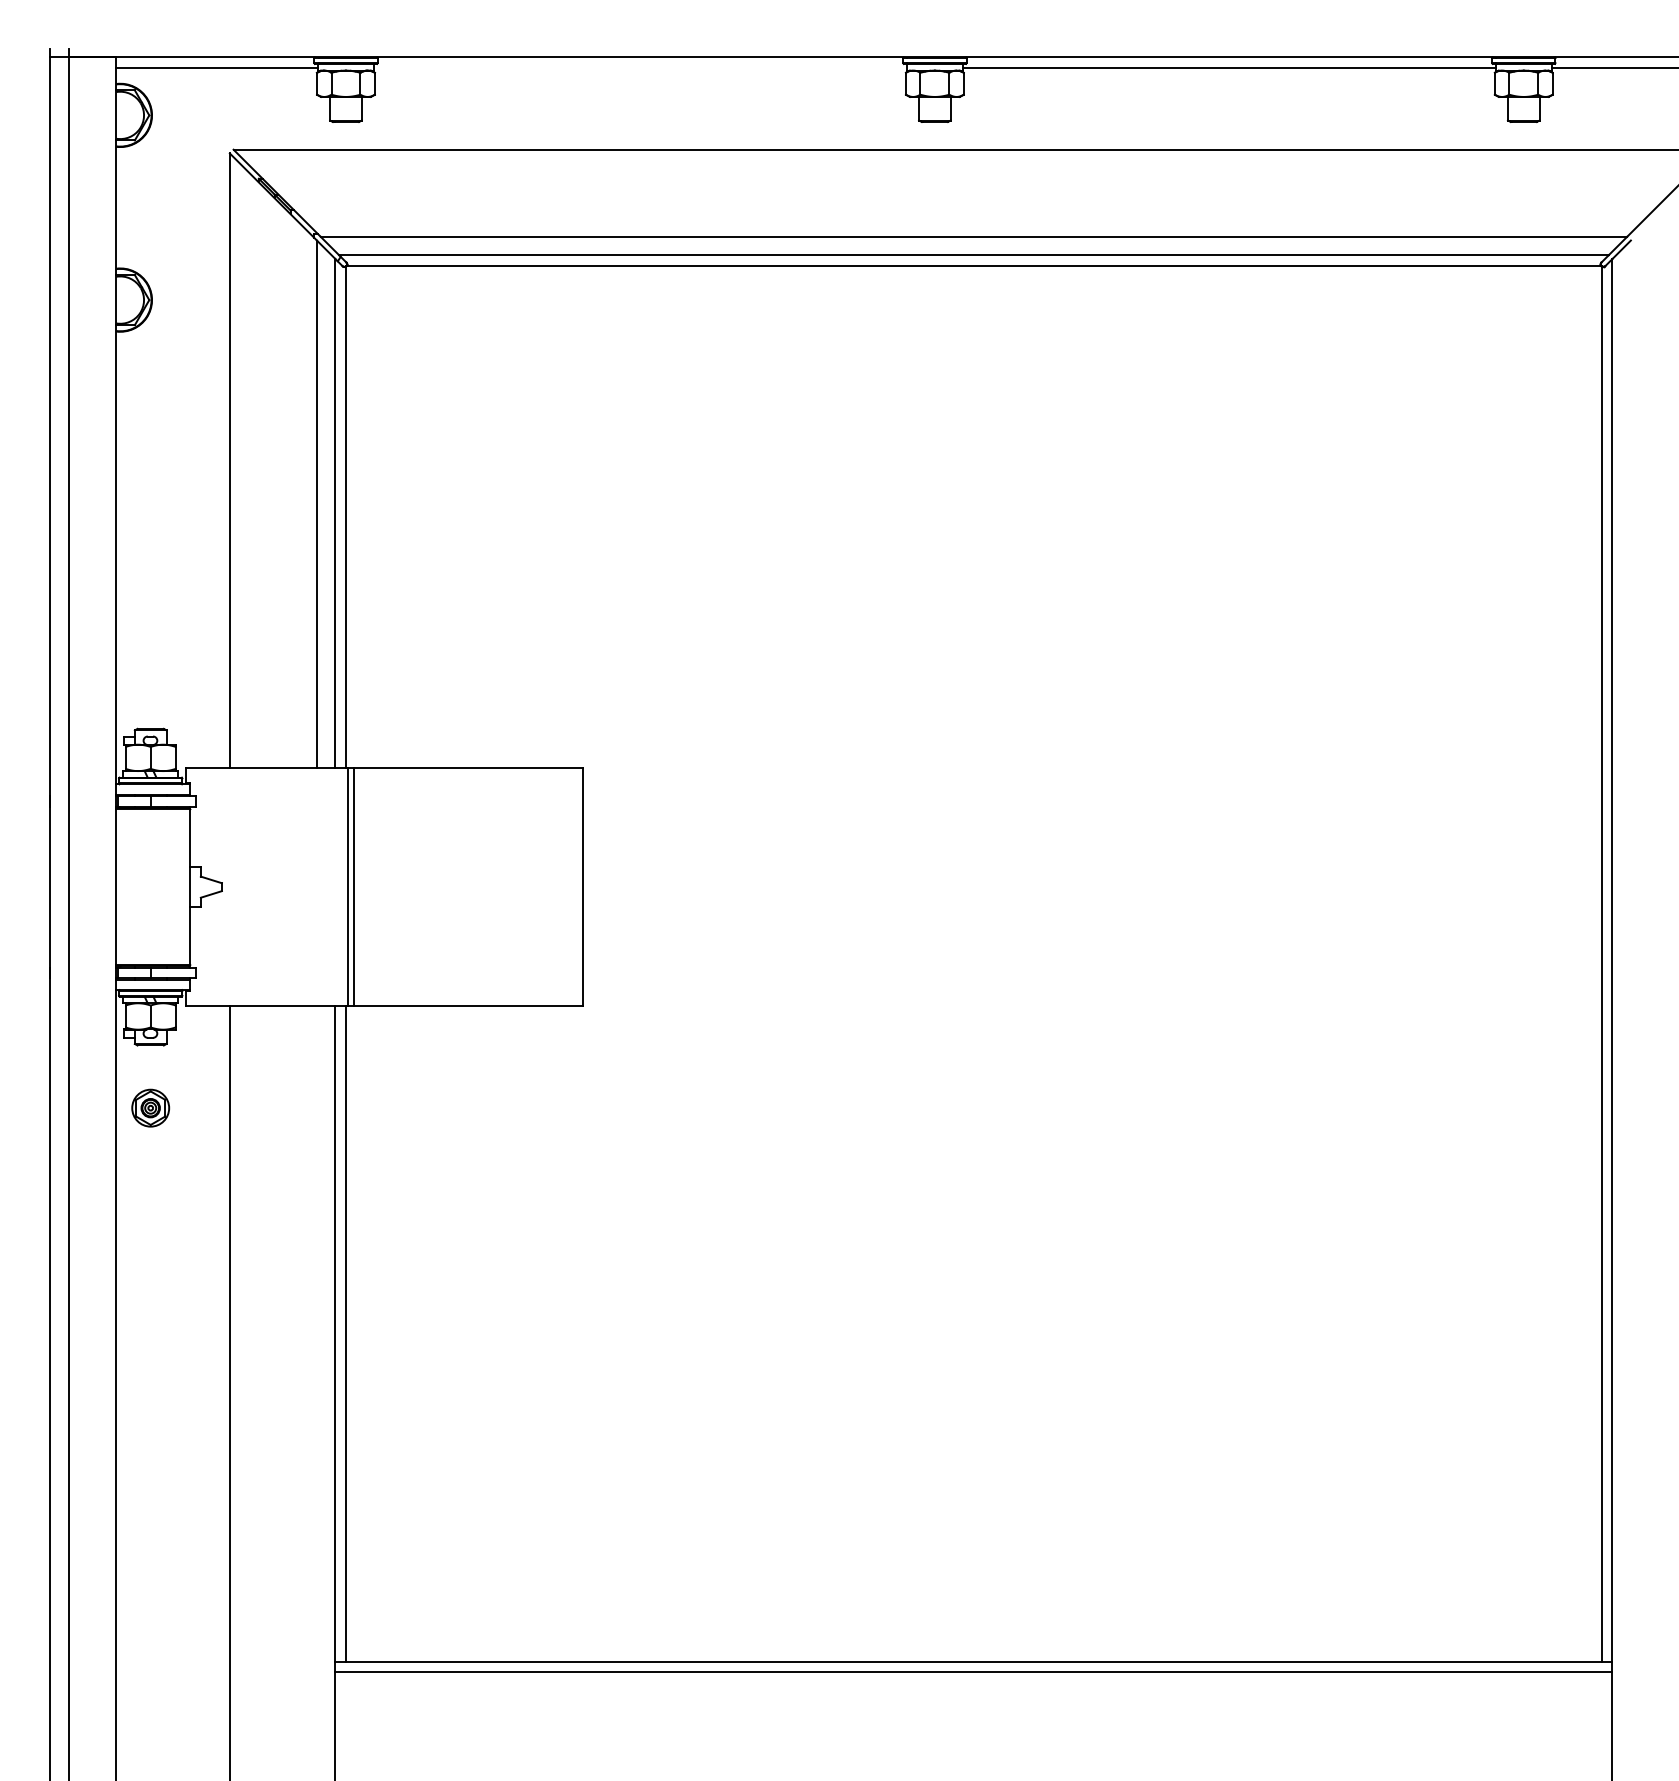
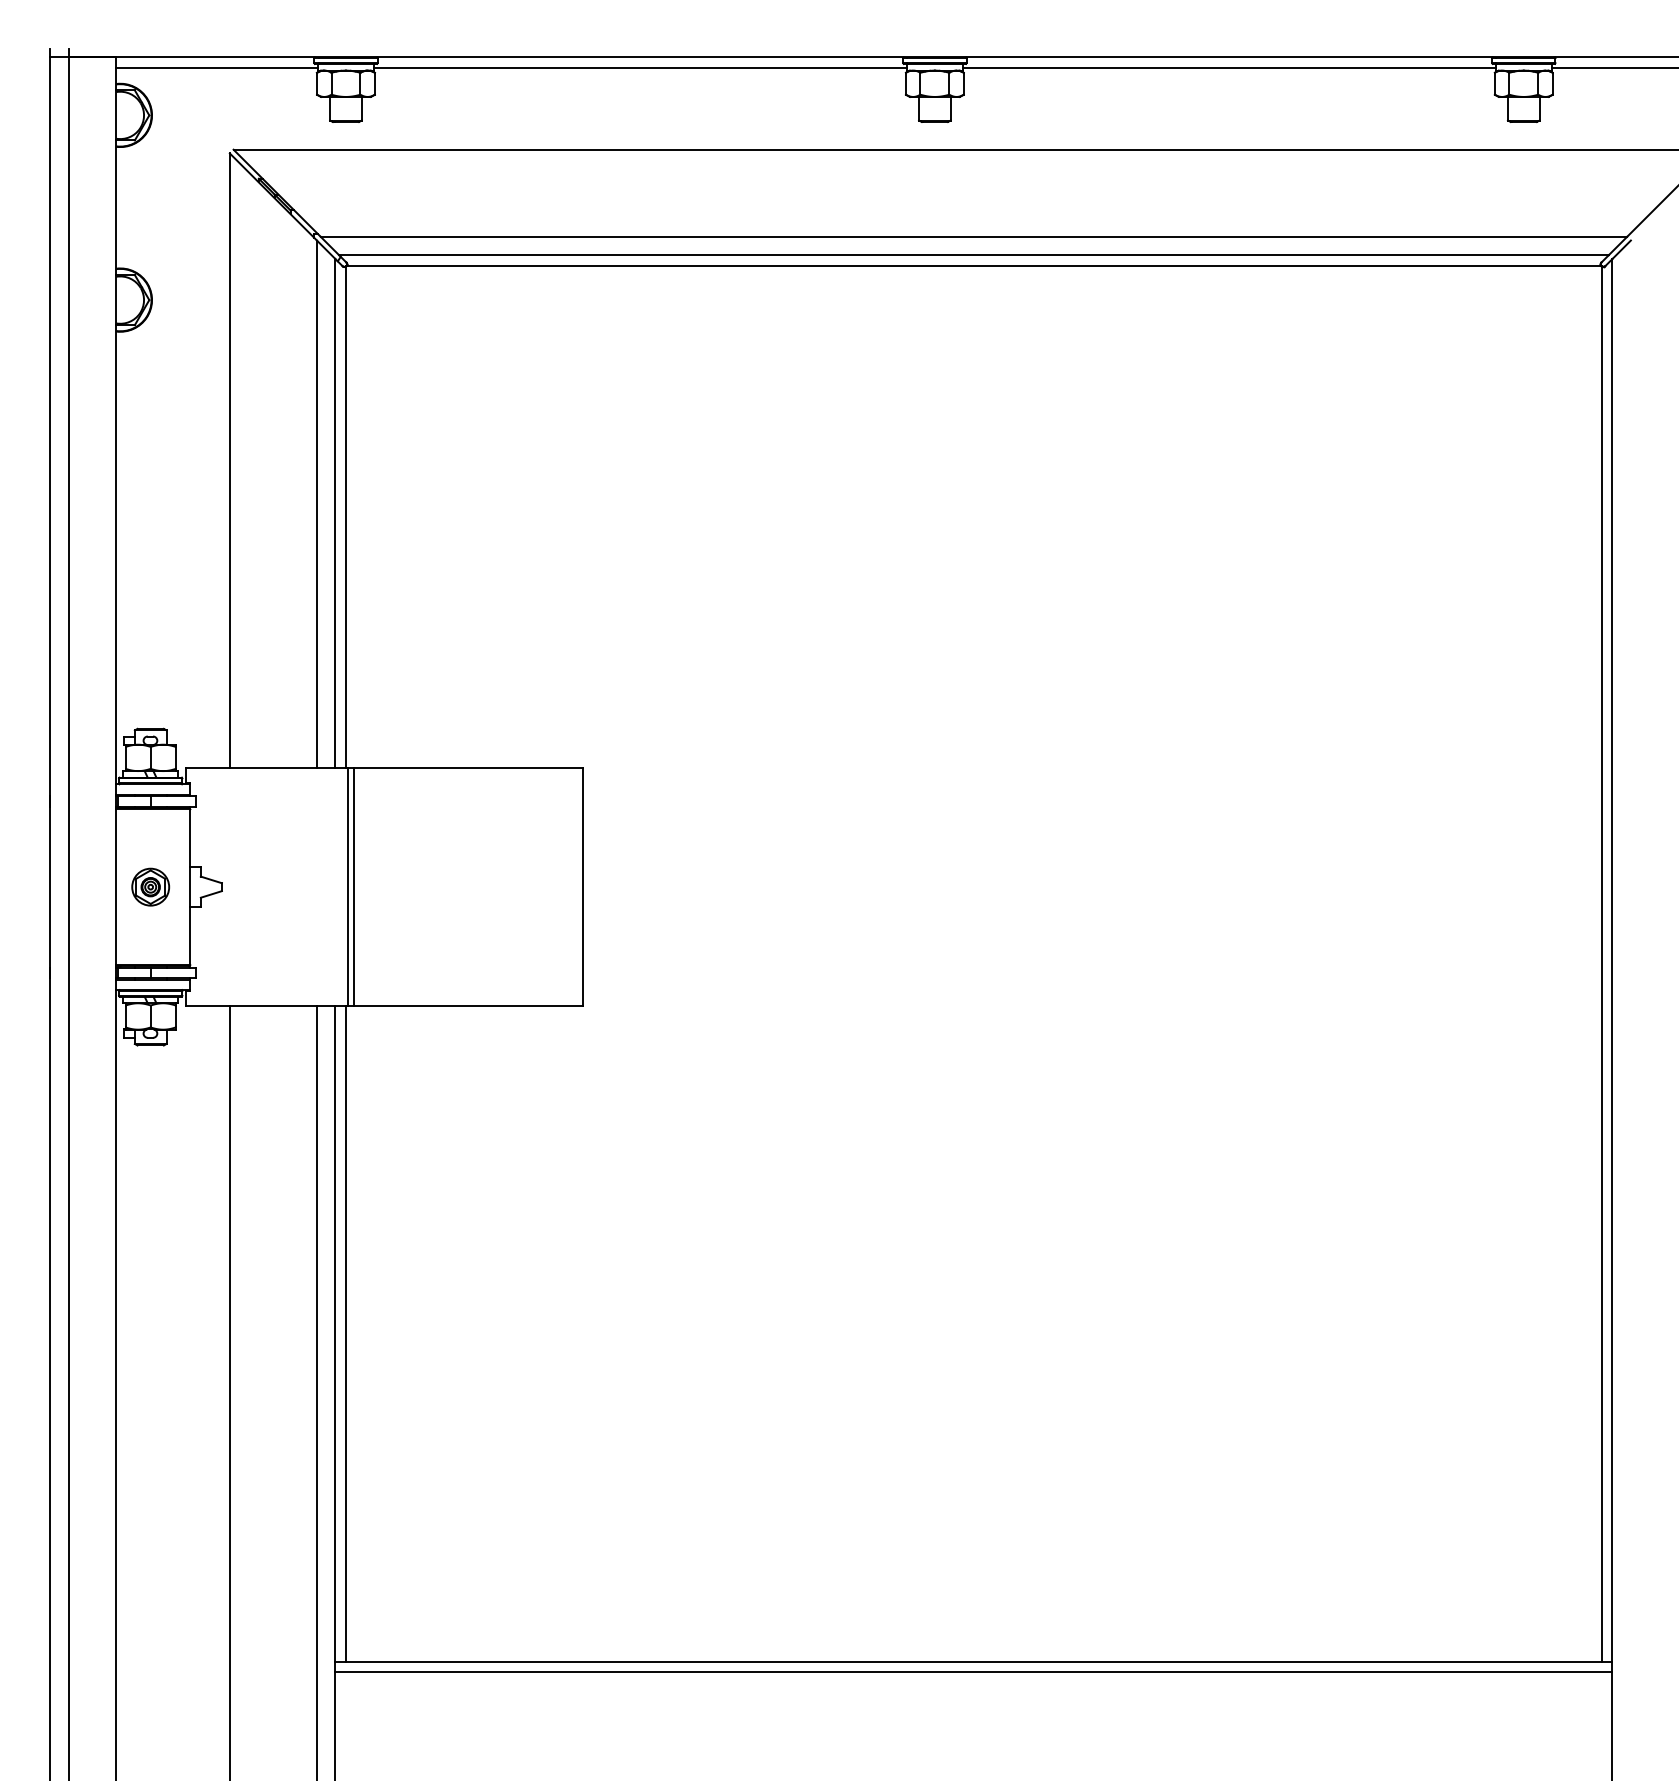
line at (640, 67): none -> present
part at (150, 1107) position: (150, 1107) -> (150, 886)
line at (316, 1391): none -> present
